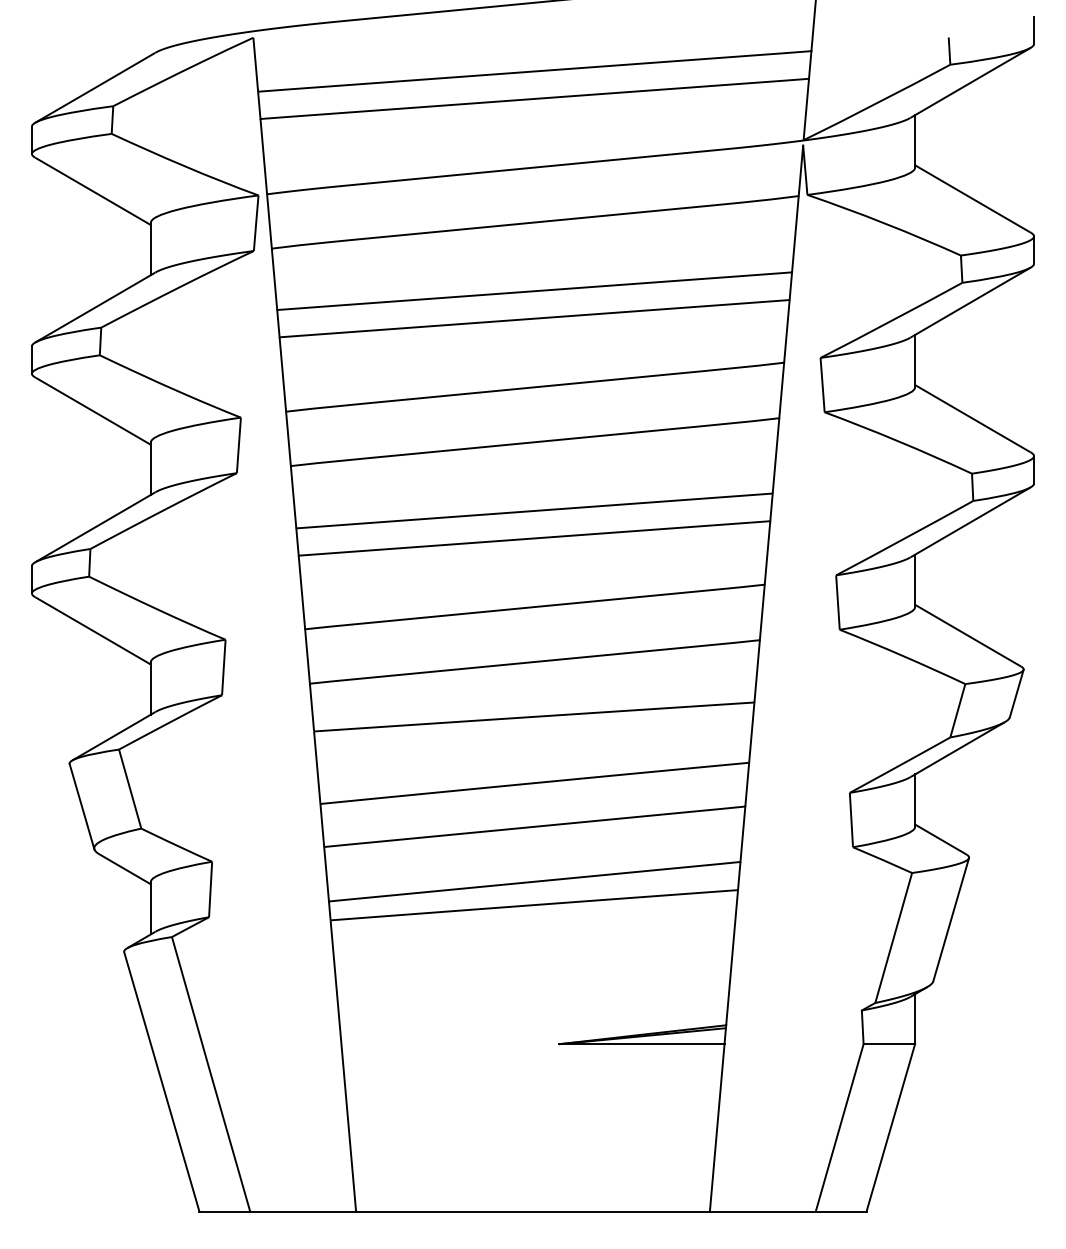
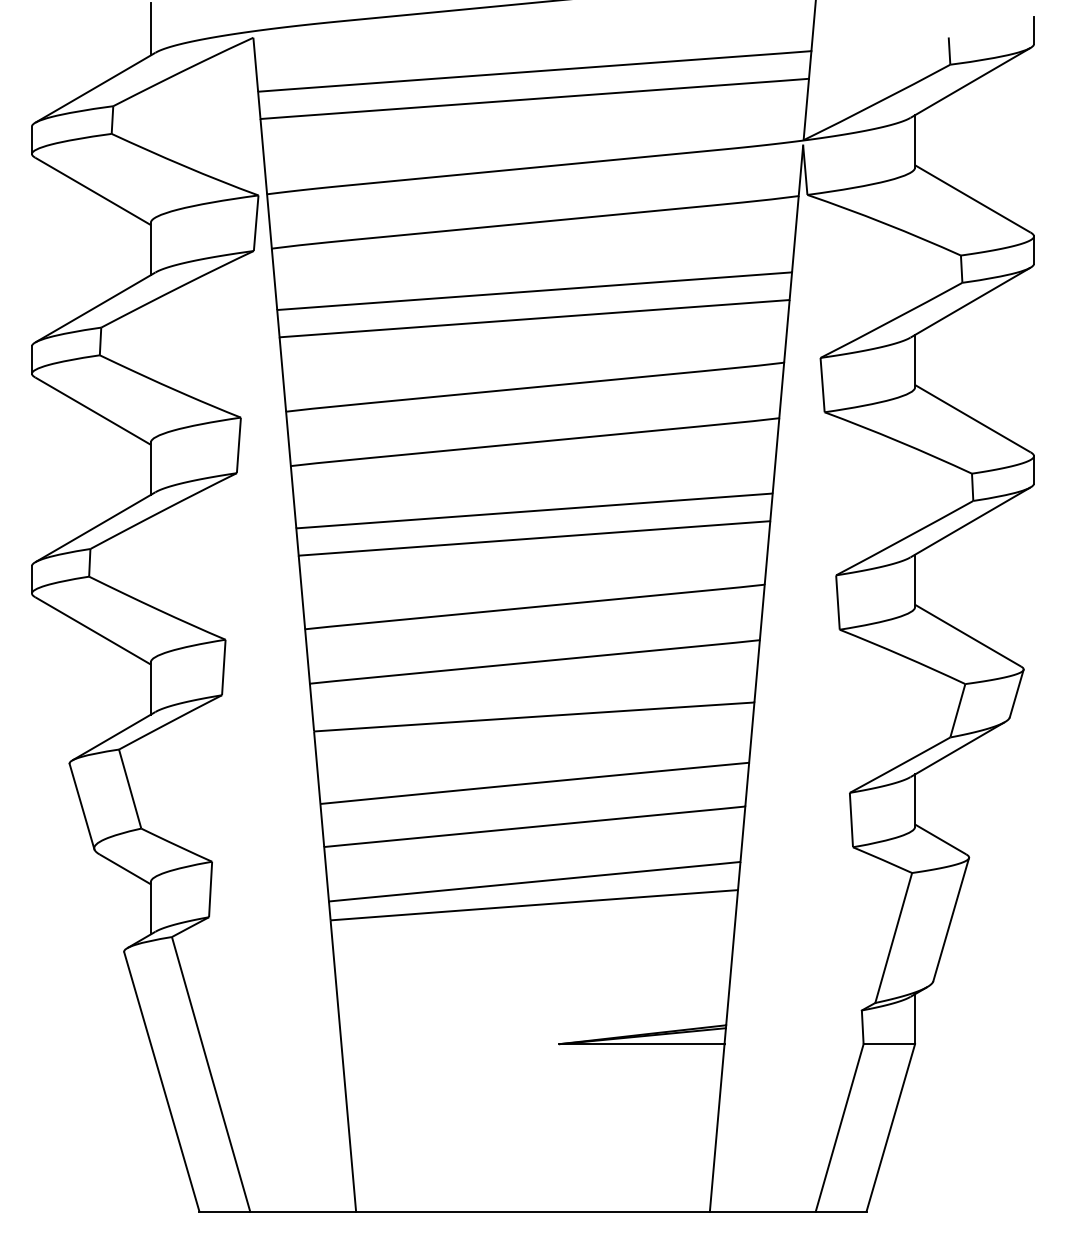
line at (150, 28): none -> present
